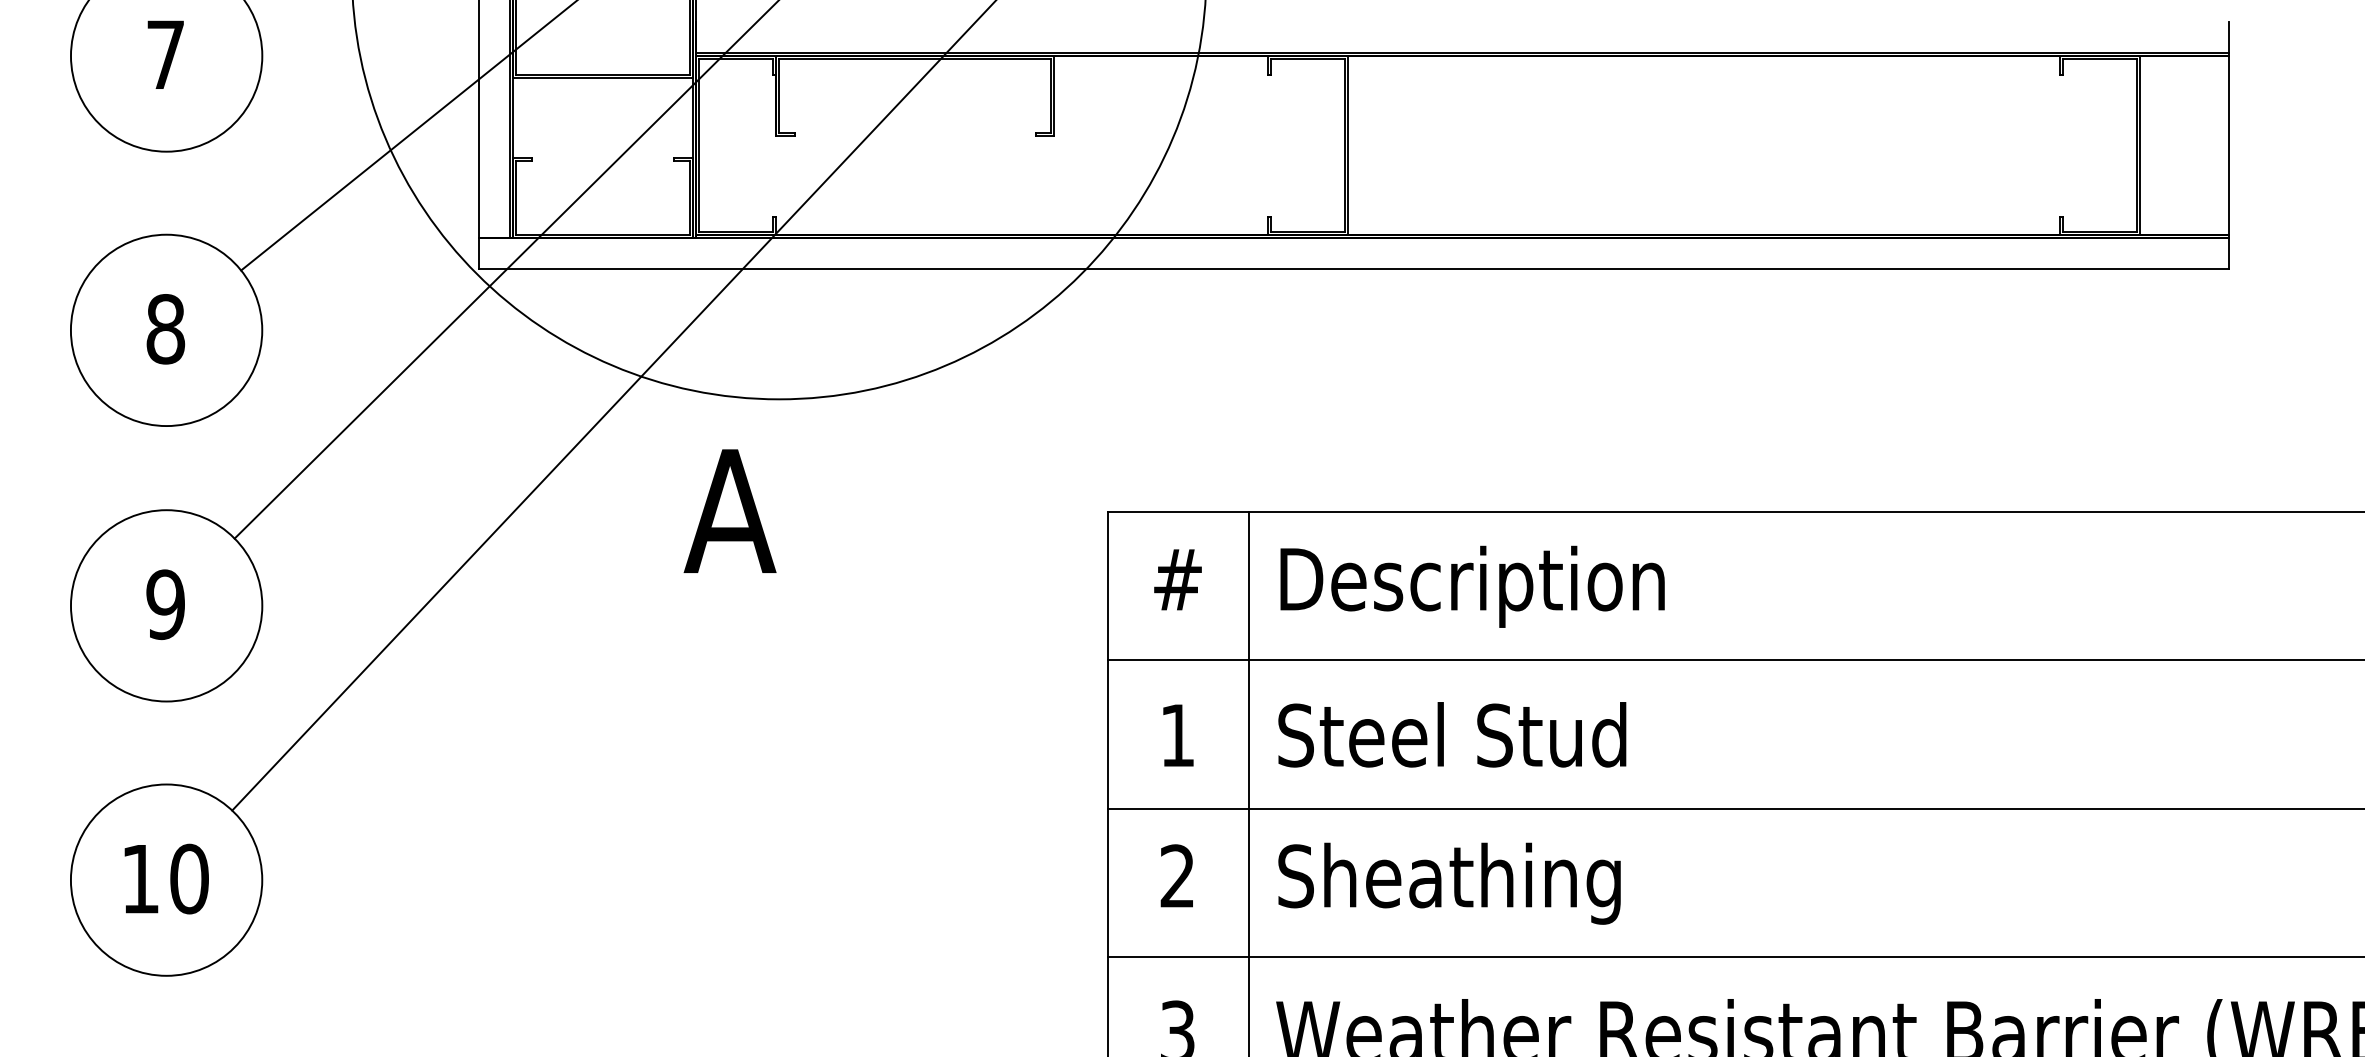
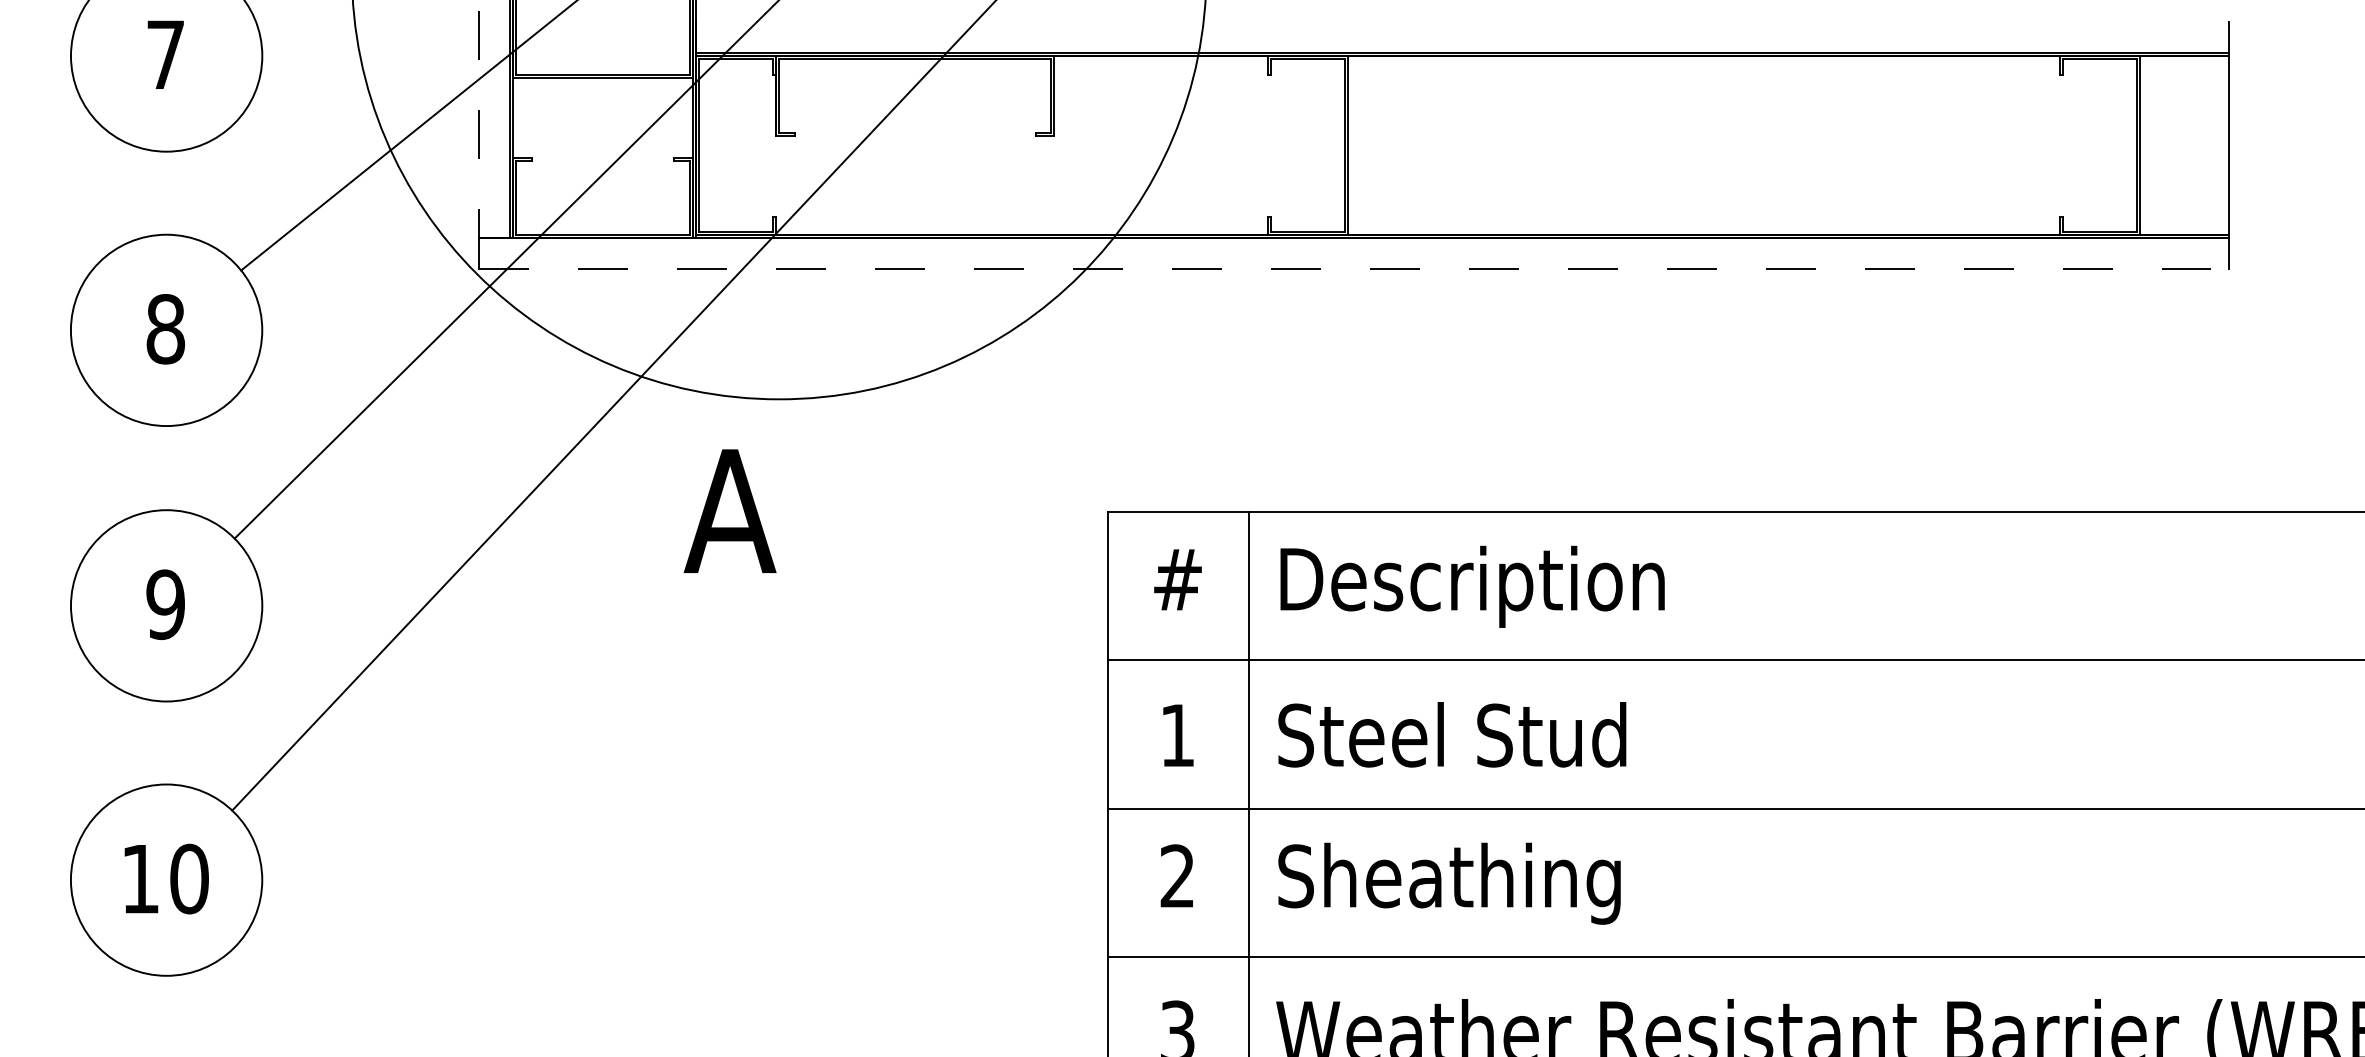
line at (479, 119): solid -> dashed
line at (1353, 269): solid -> dashed
